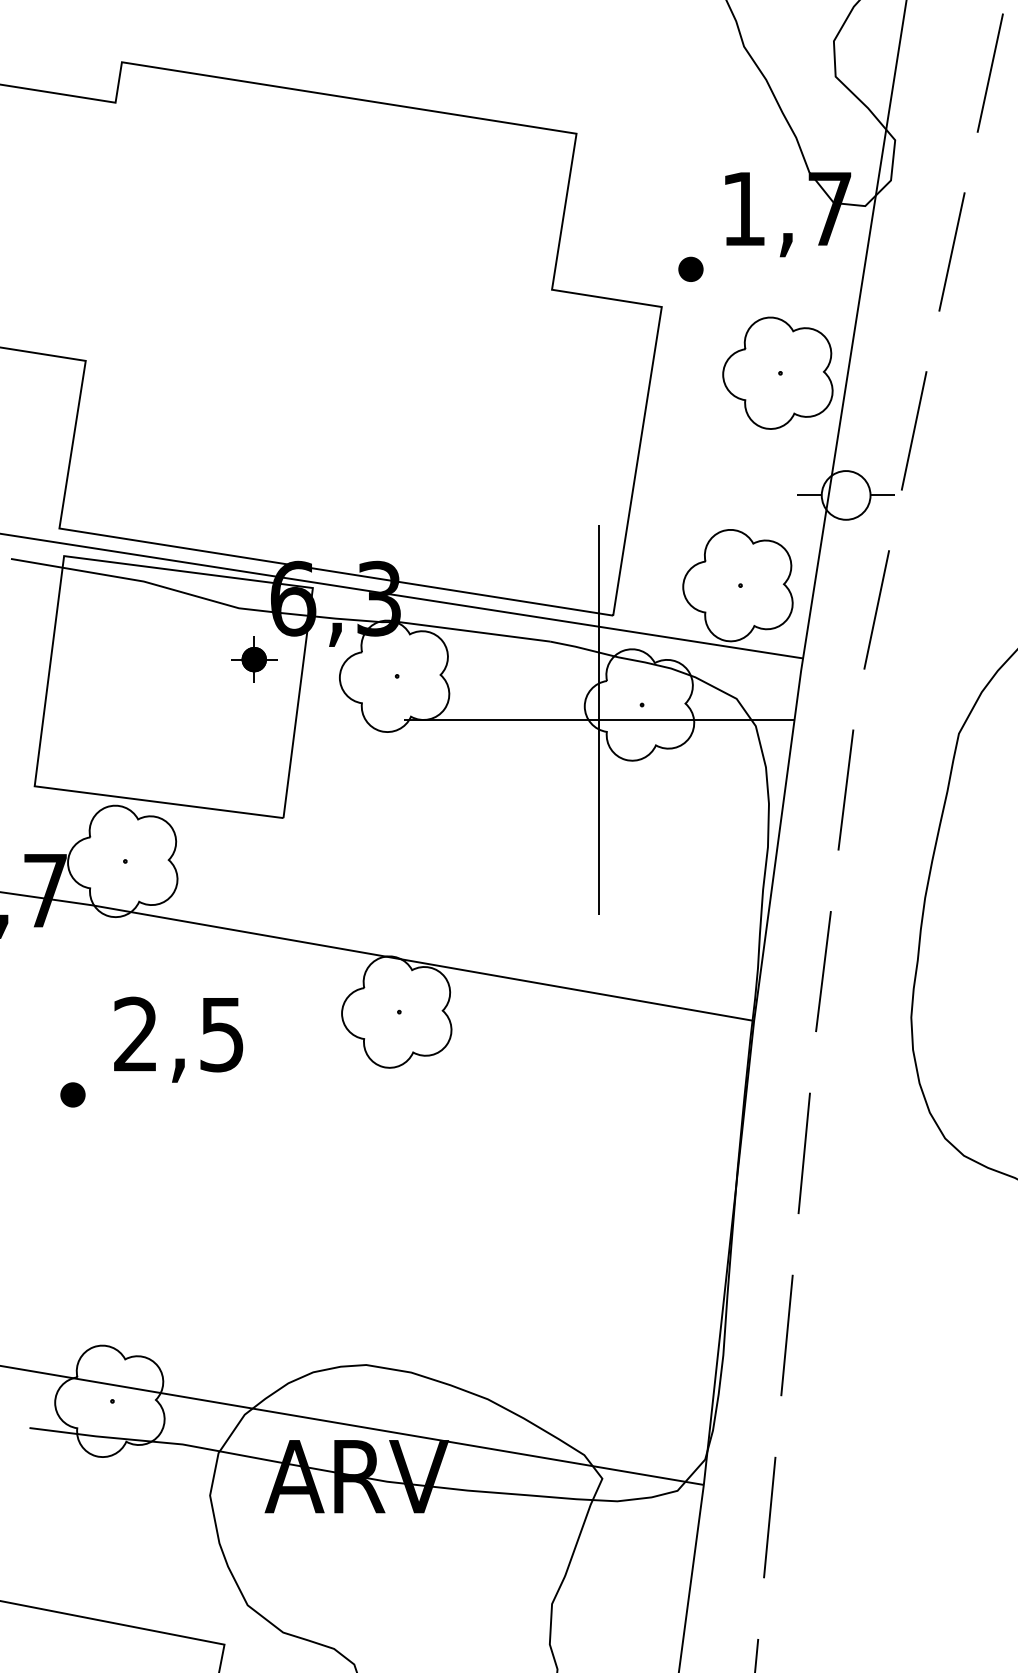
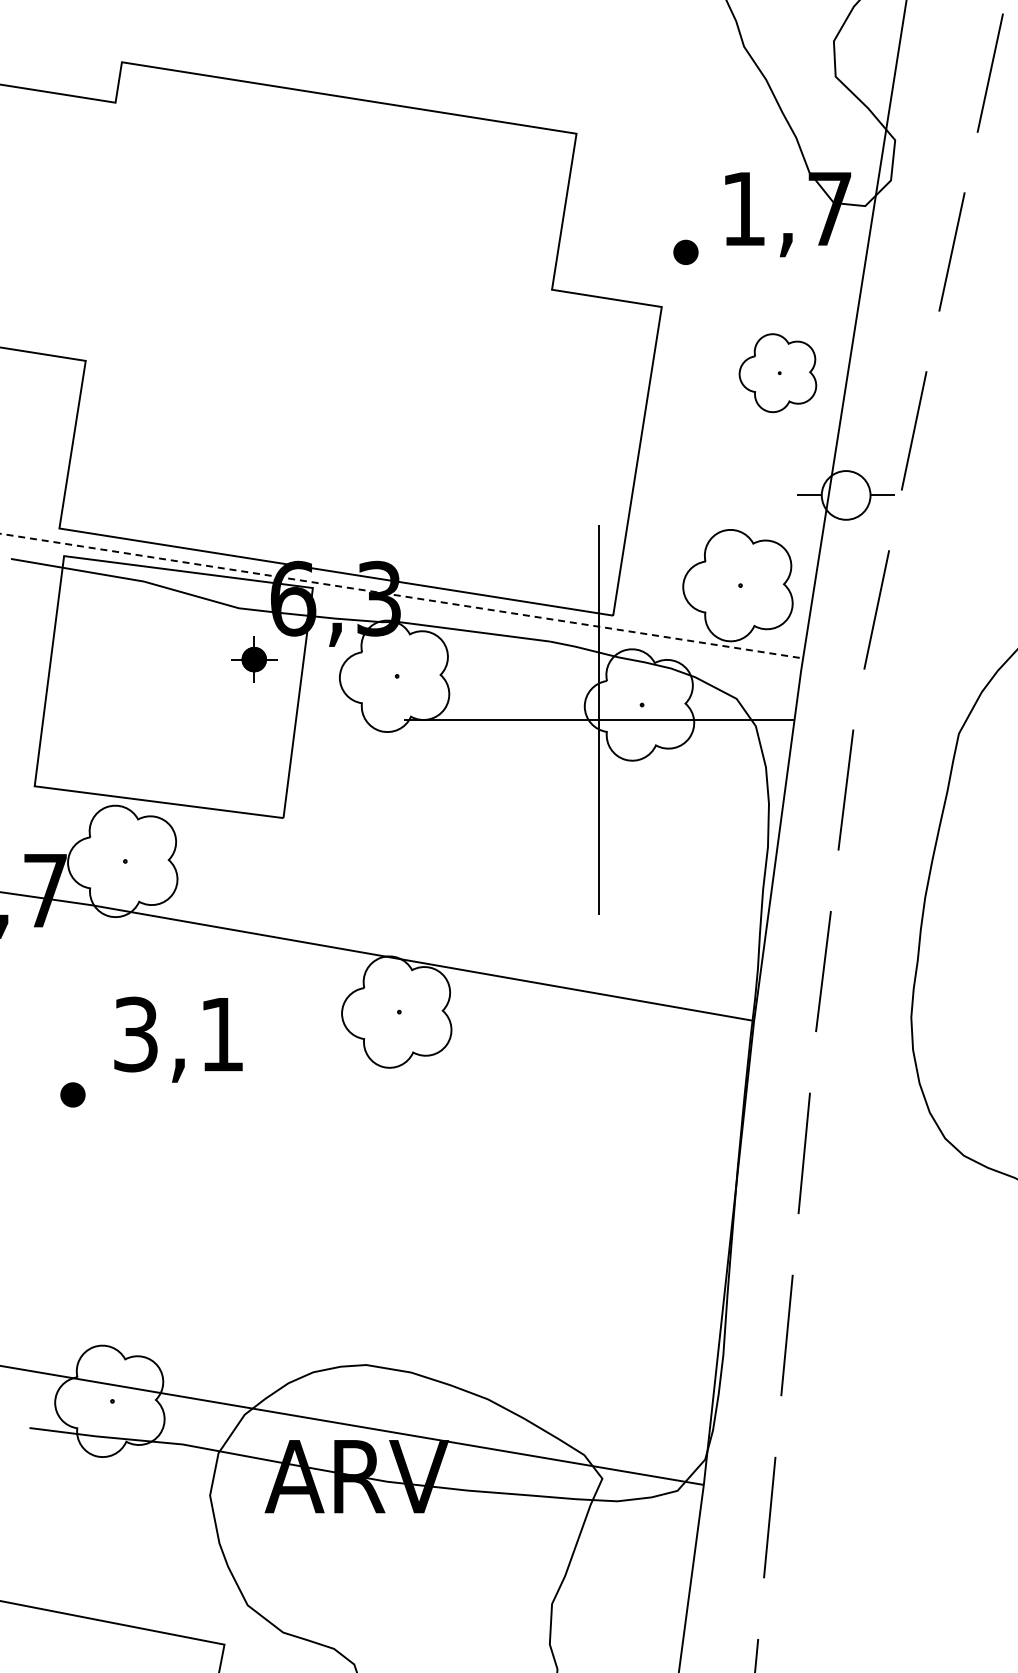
part at (690, 268) position: (690, 268) -> (685, 251)
part at (777, 372) size: 112x114 px -> 80x81 px
line at (401, 596): solid -> dashed
text at (178, 1034): 2,5 -> 3,1
